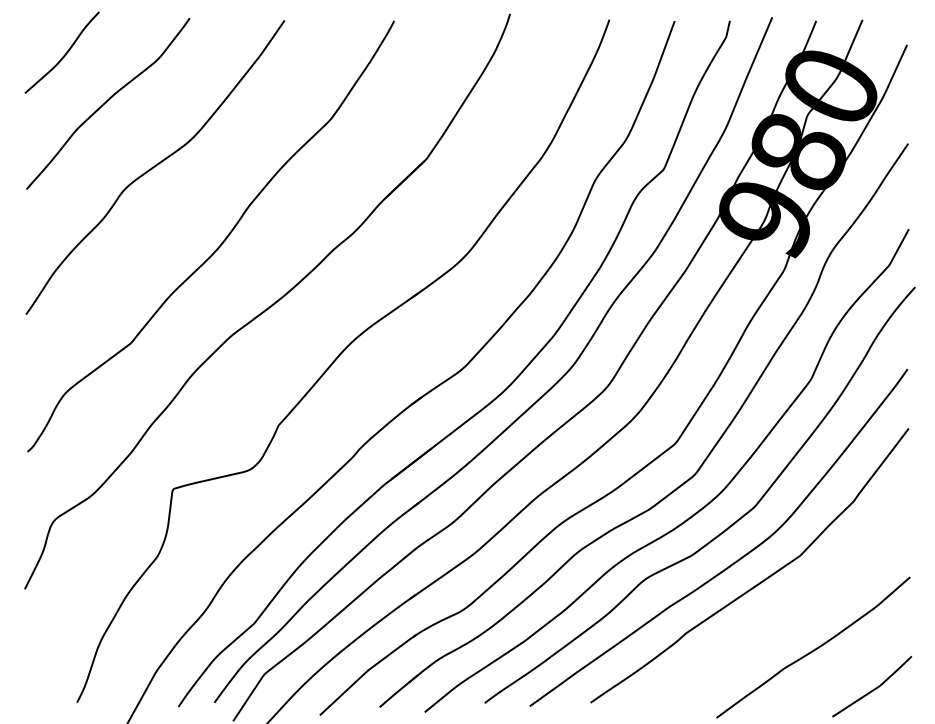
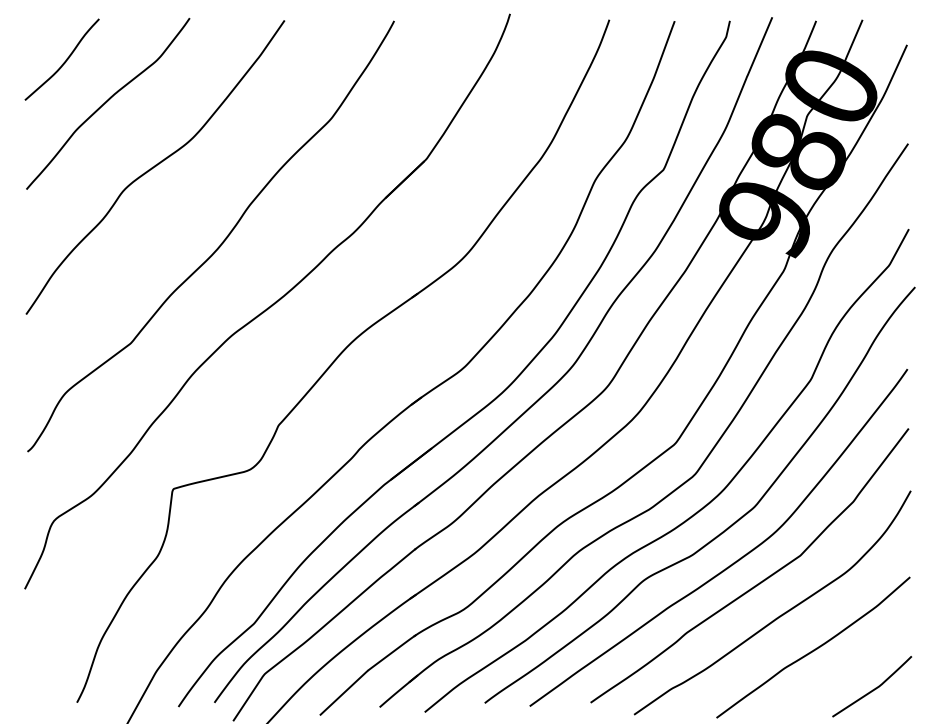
curve at (64, 54) position: (64, 54) -> (64, 61)
curve at (779, 615): none -> present
